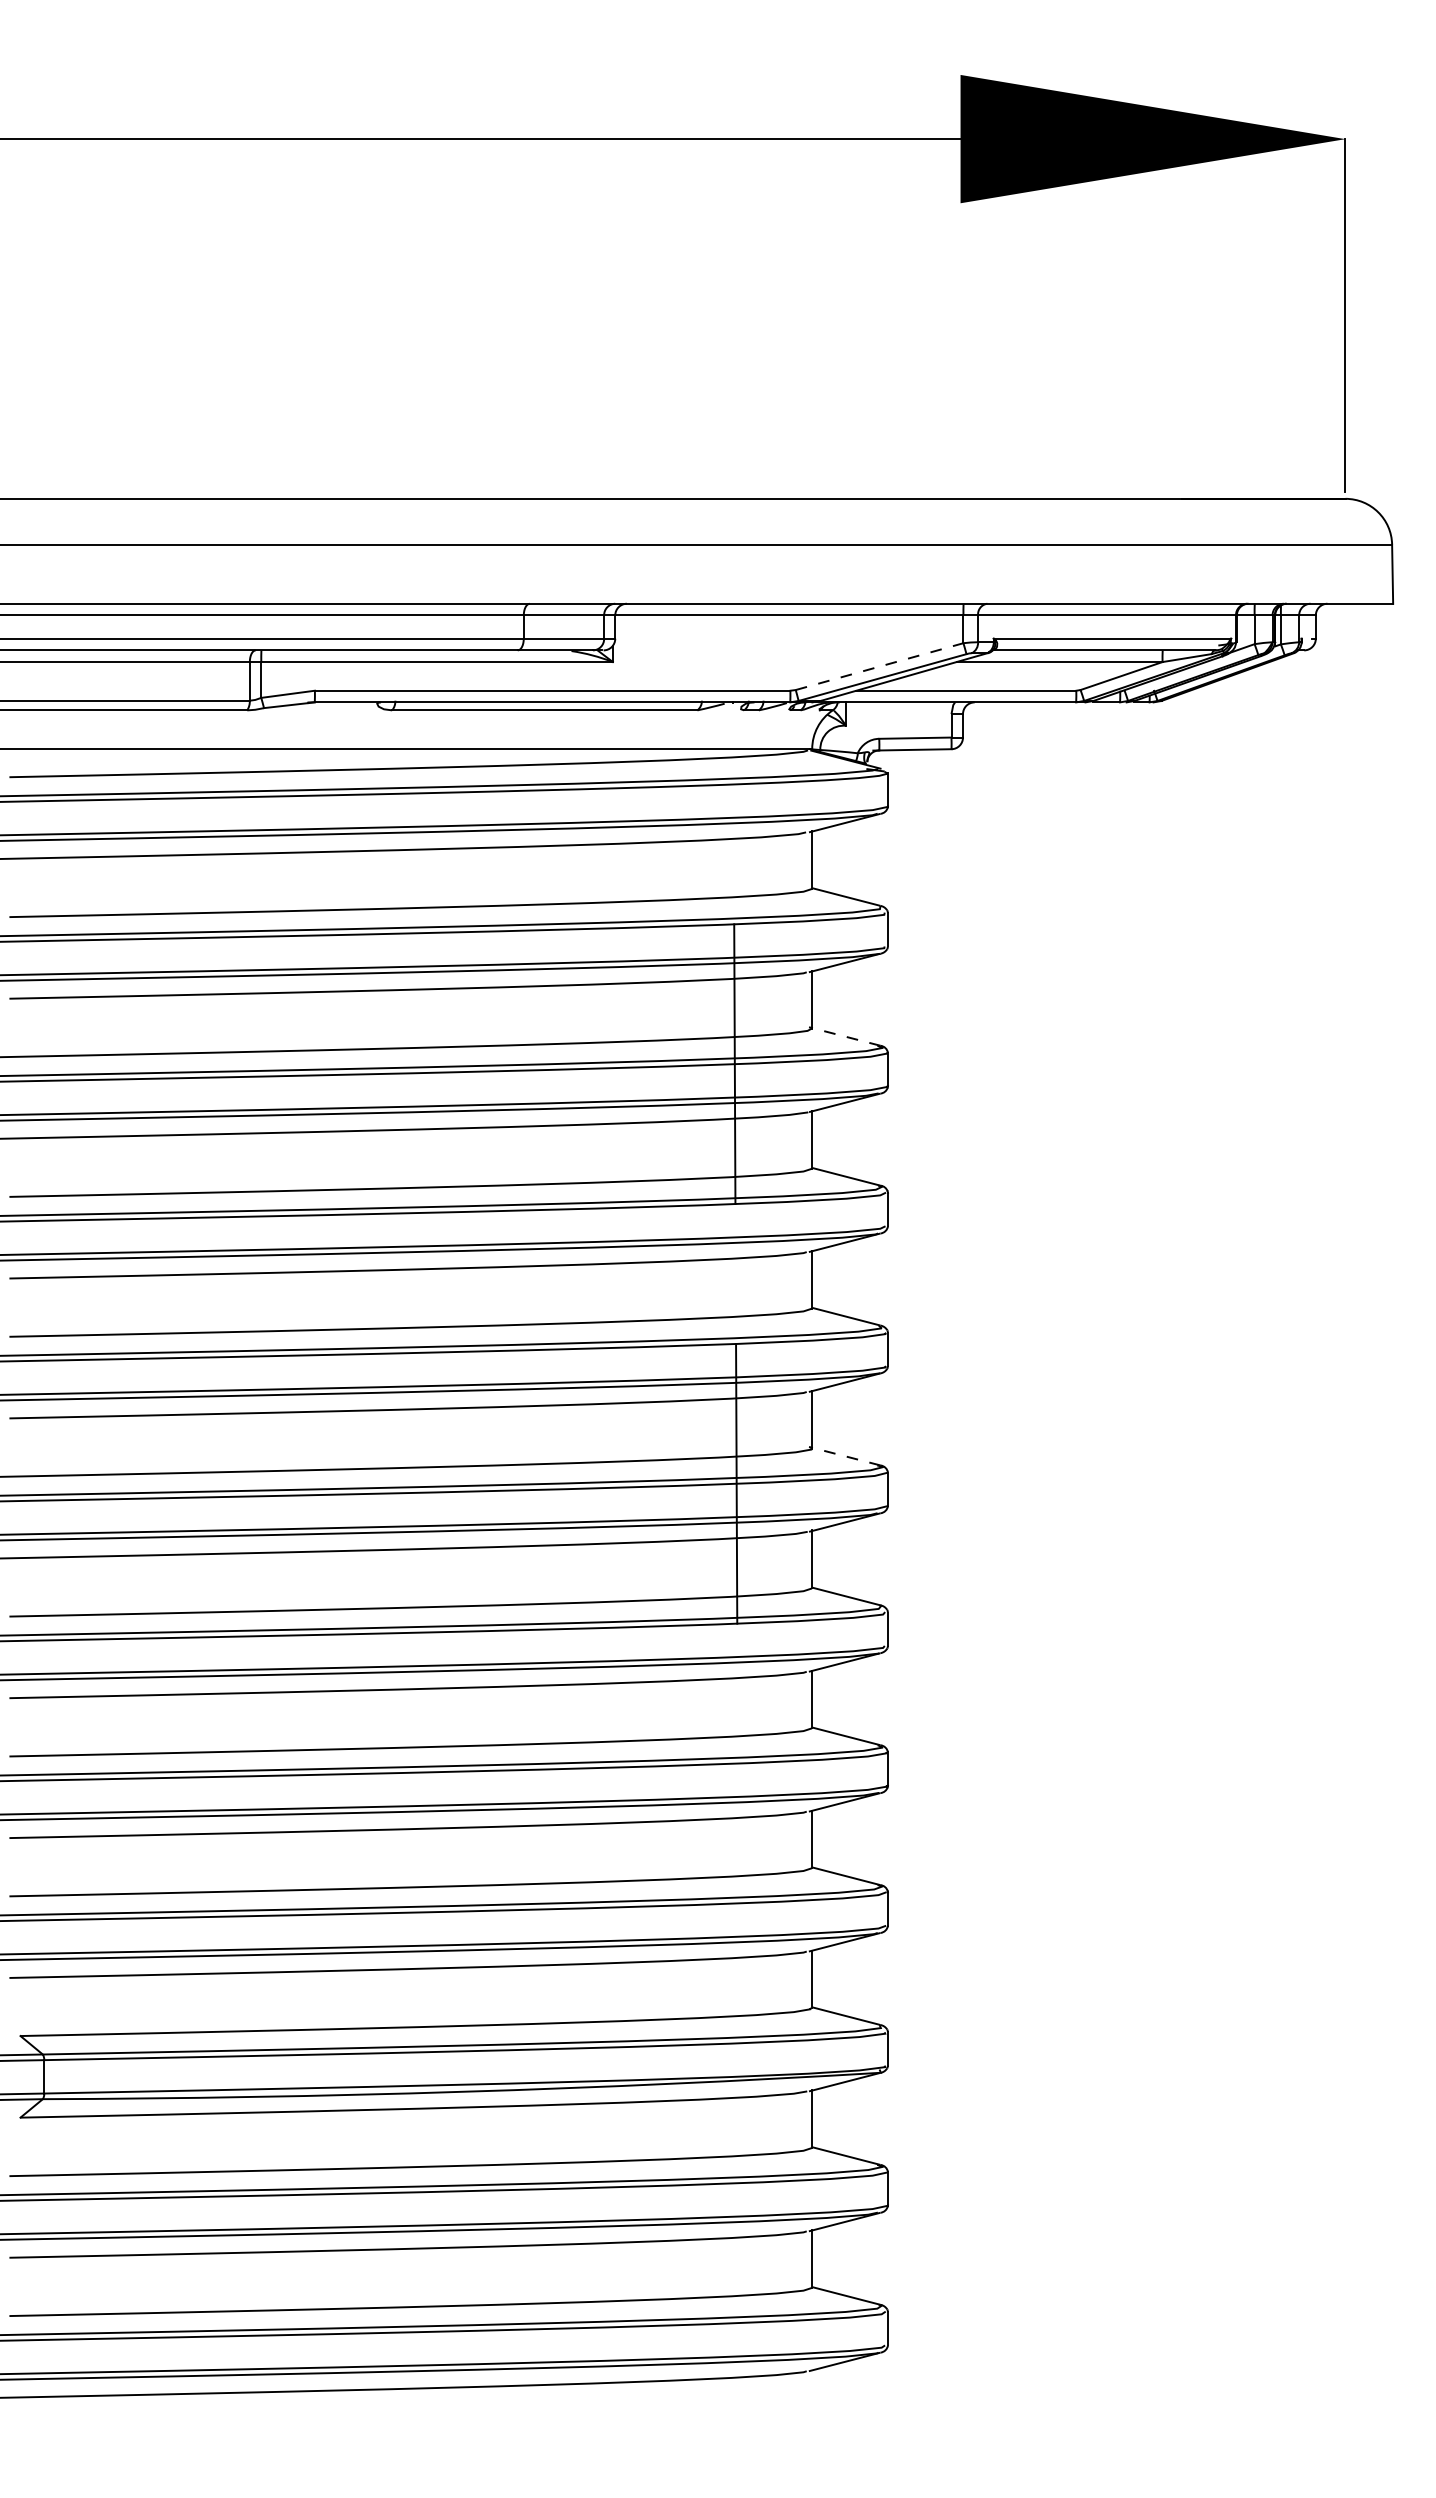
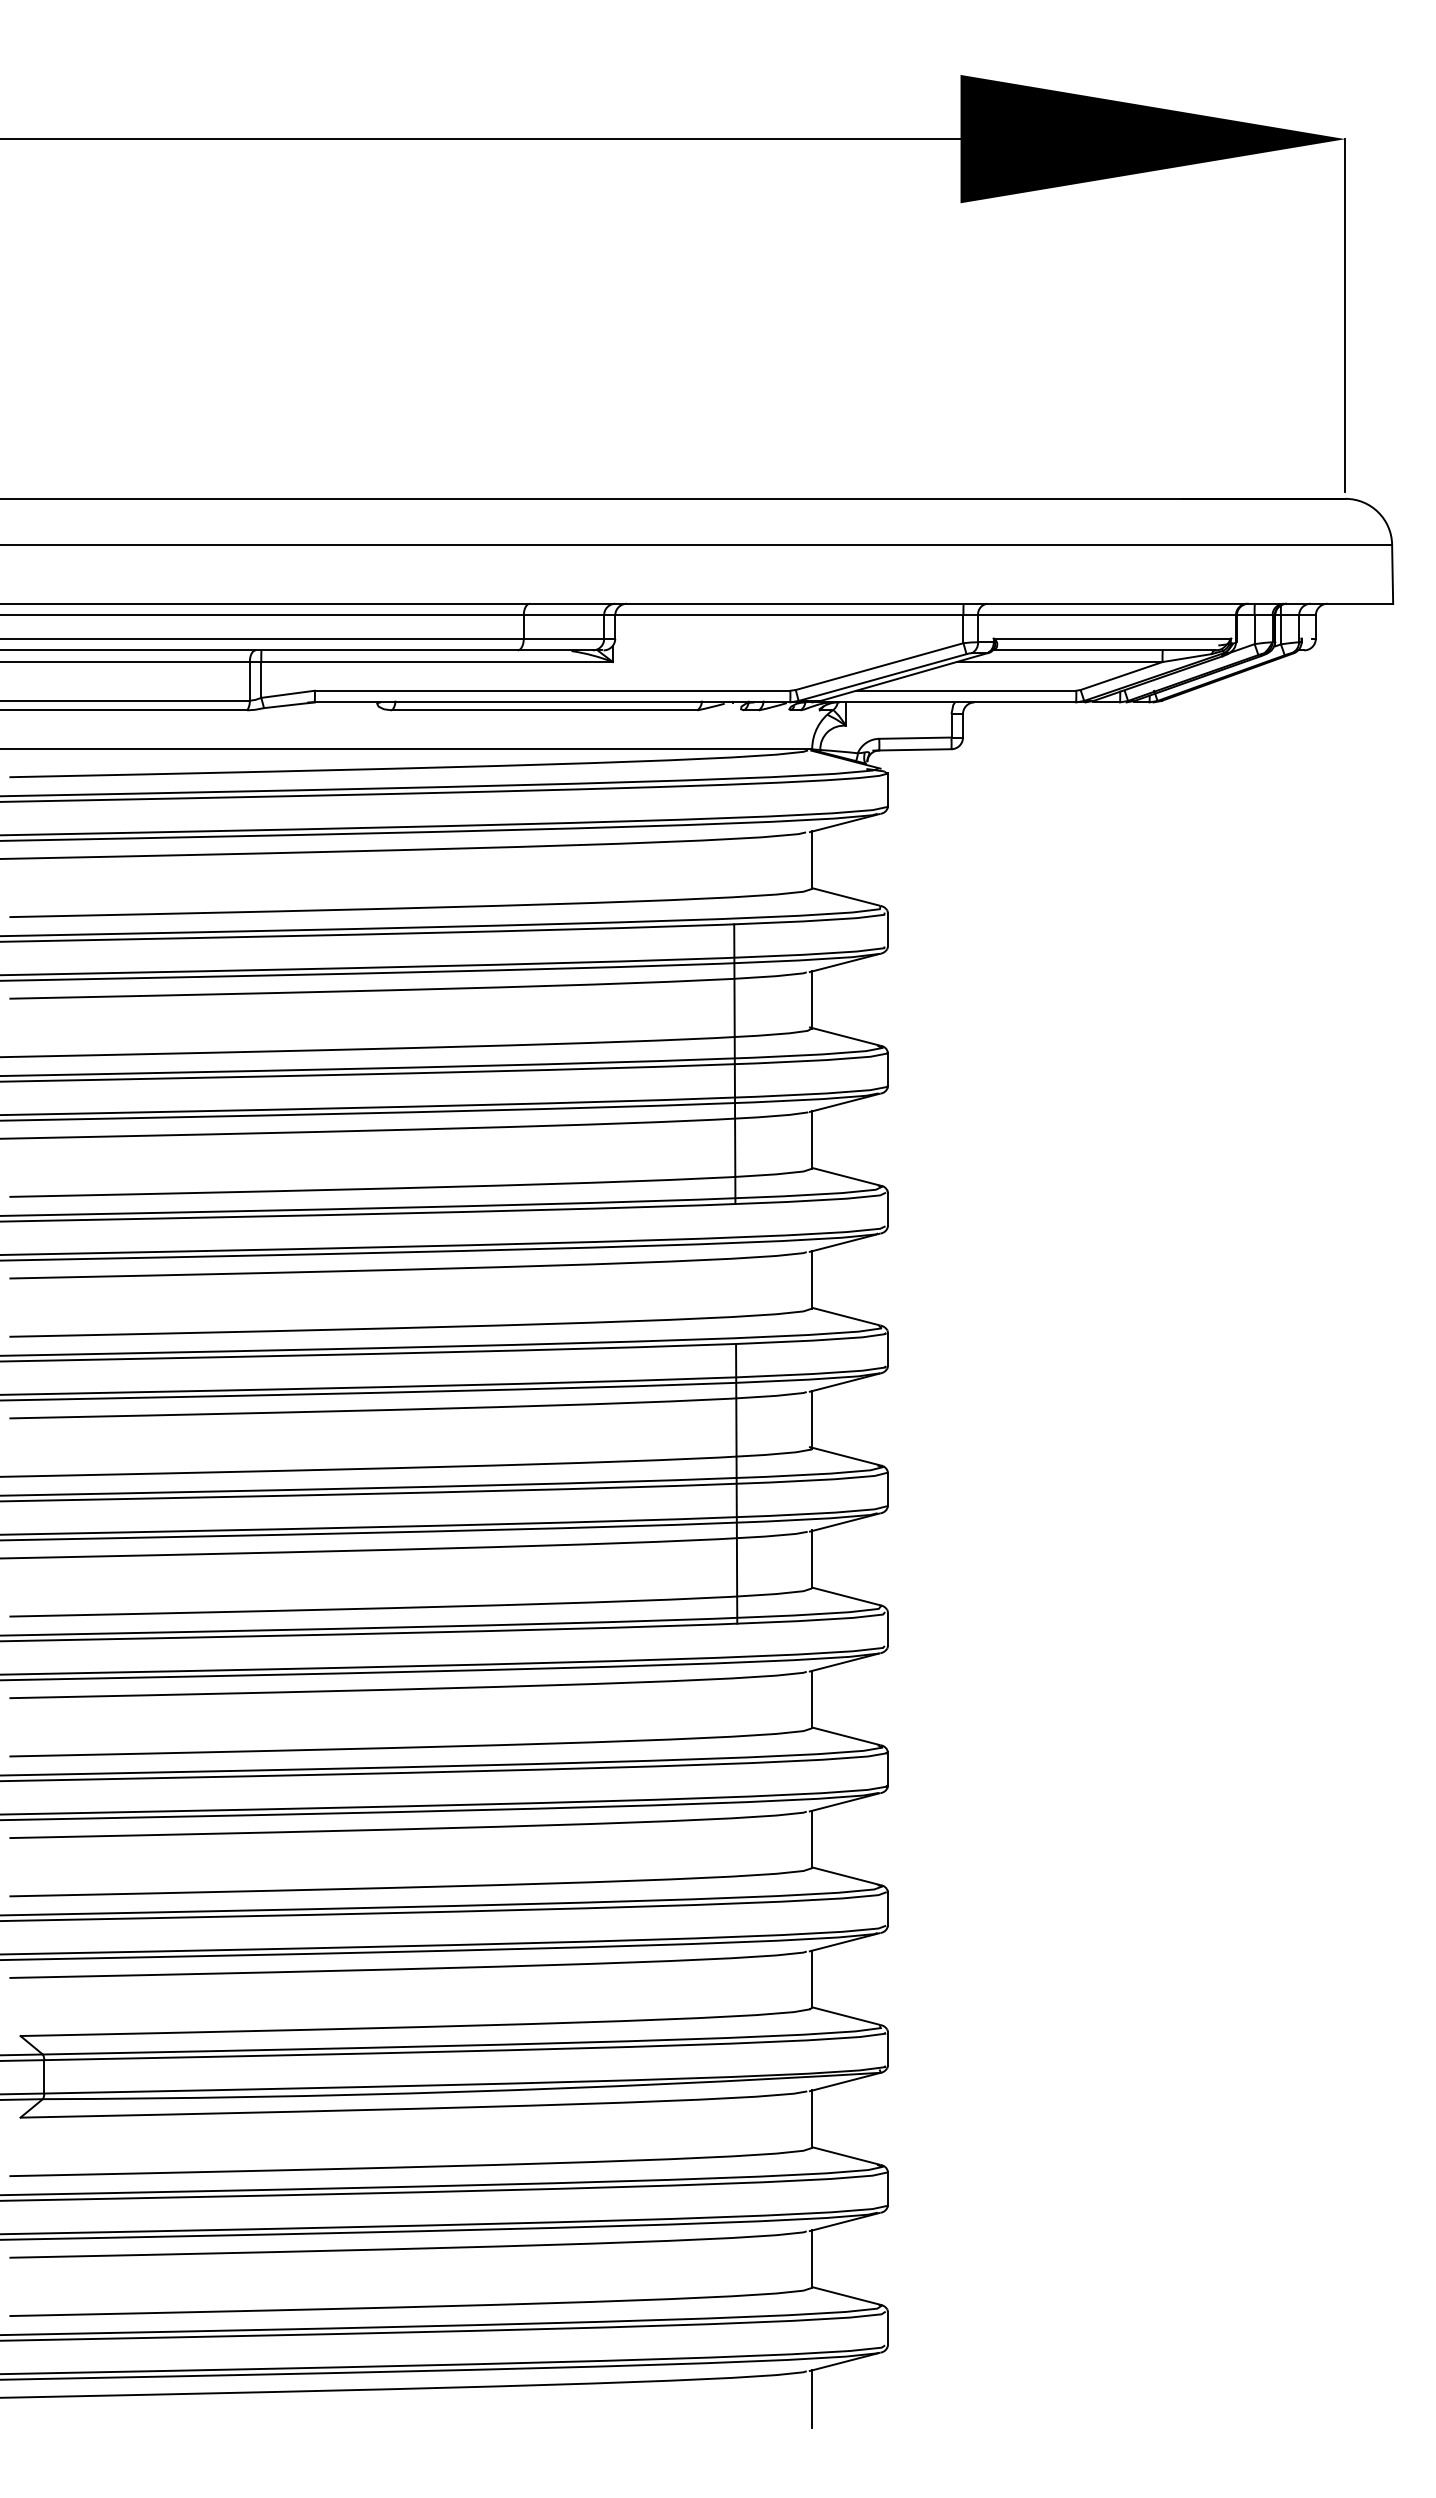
line at (880, 666): dashed -> solid
line at (845, 1036): dashed -> solid
line at (845, 1456): dashed -> solid
line at (812, 2398): none -> present
